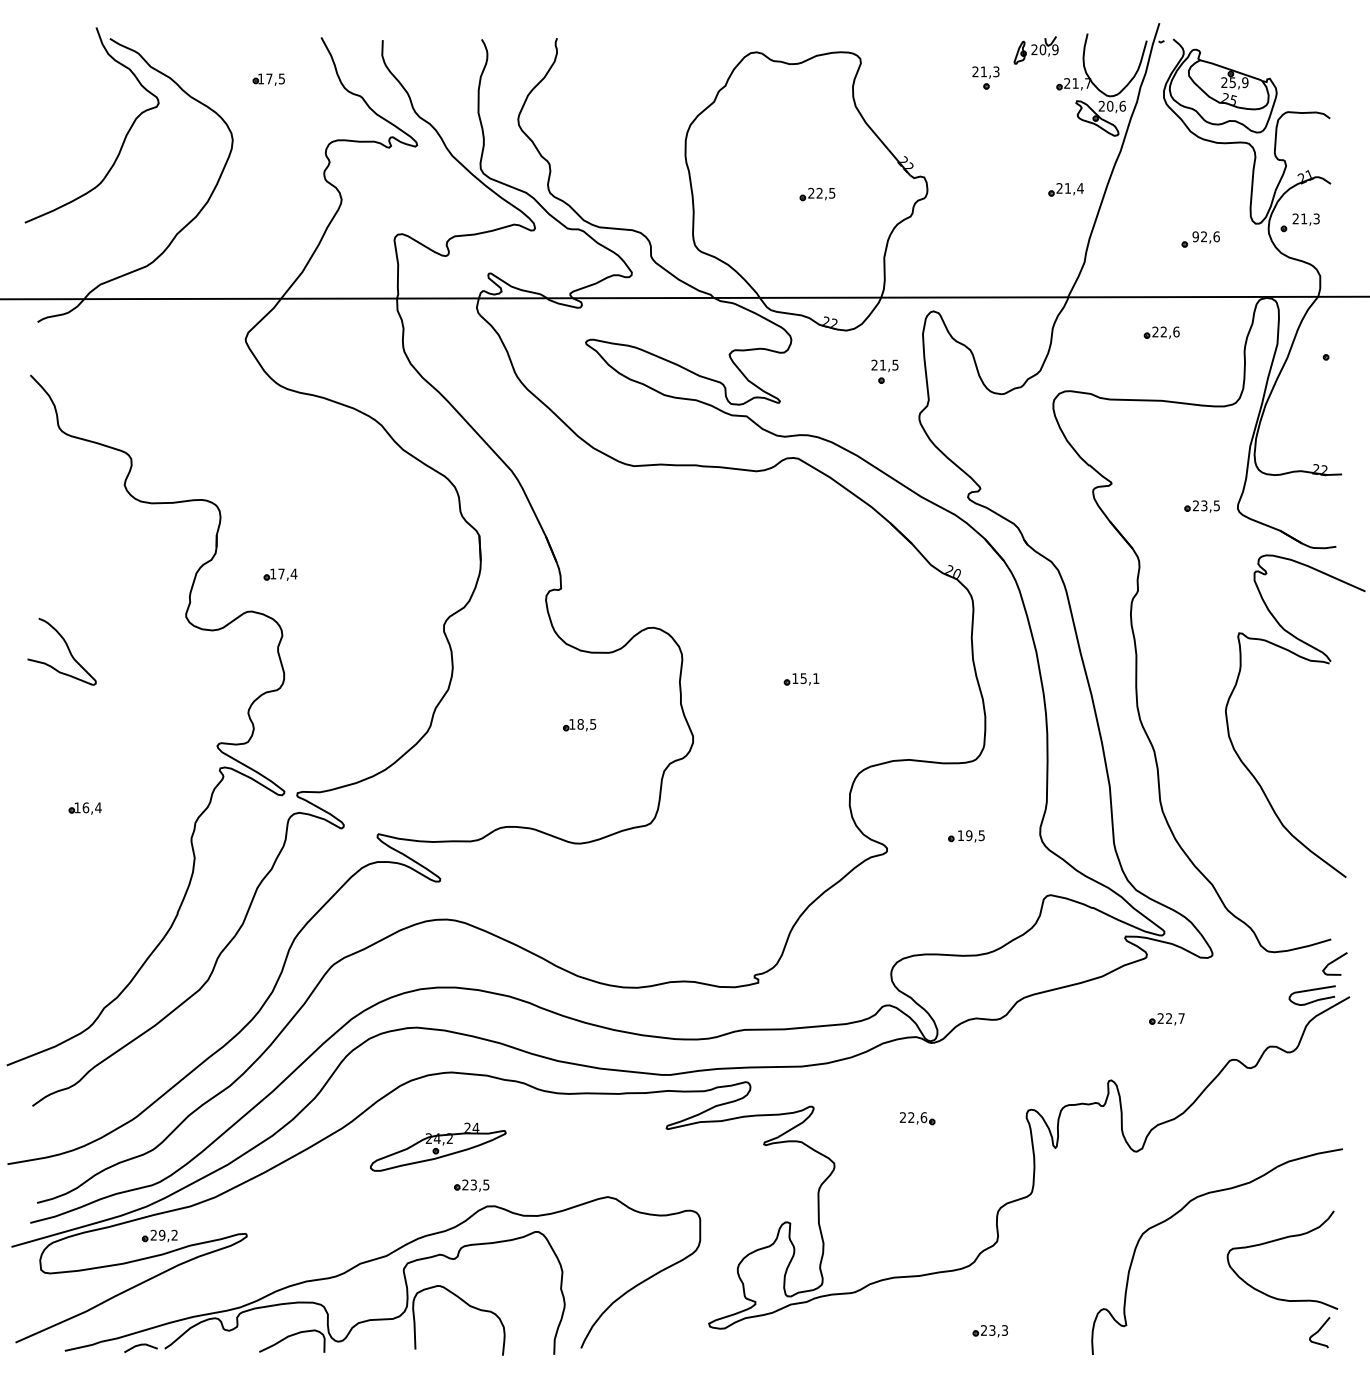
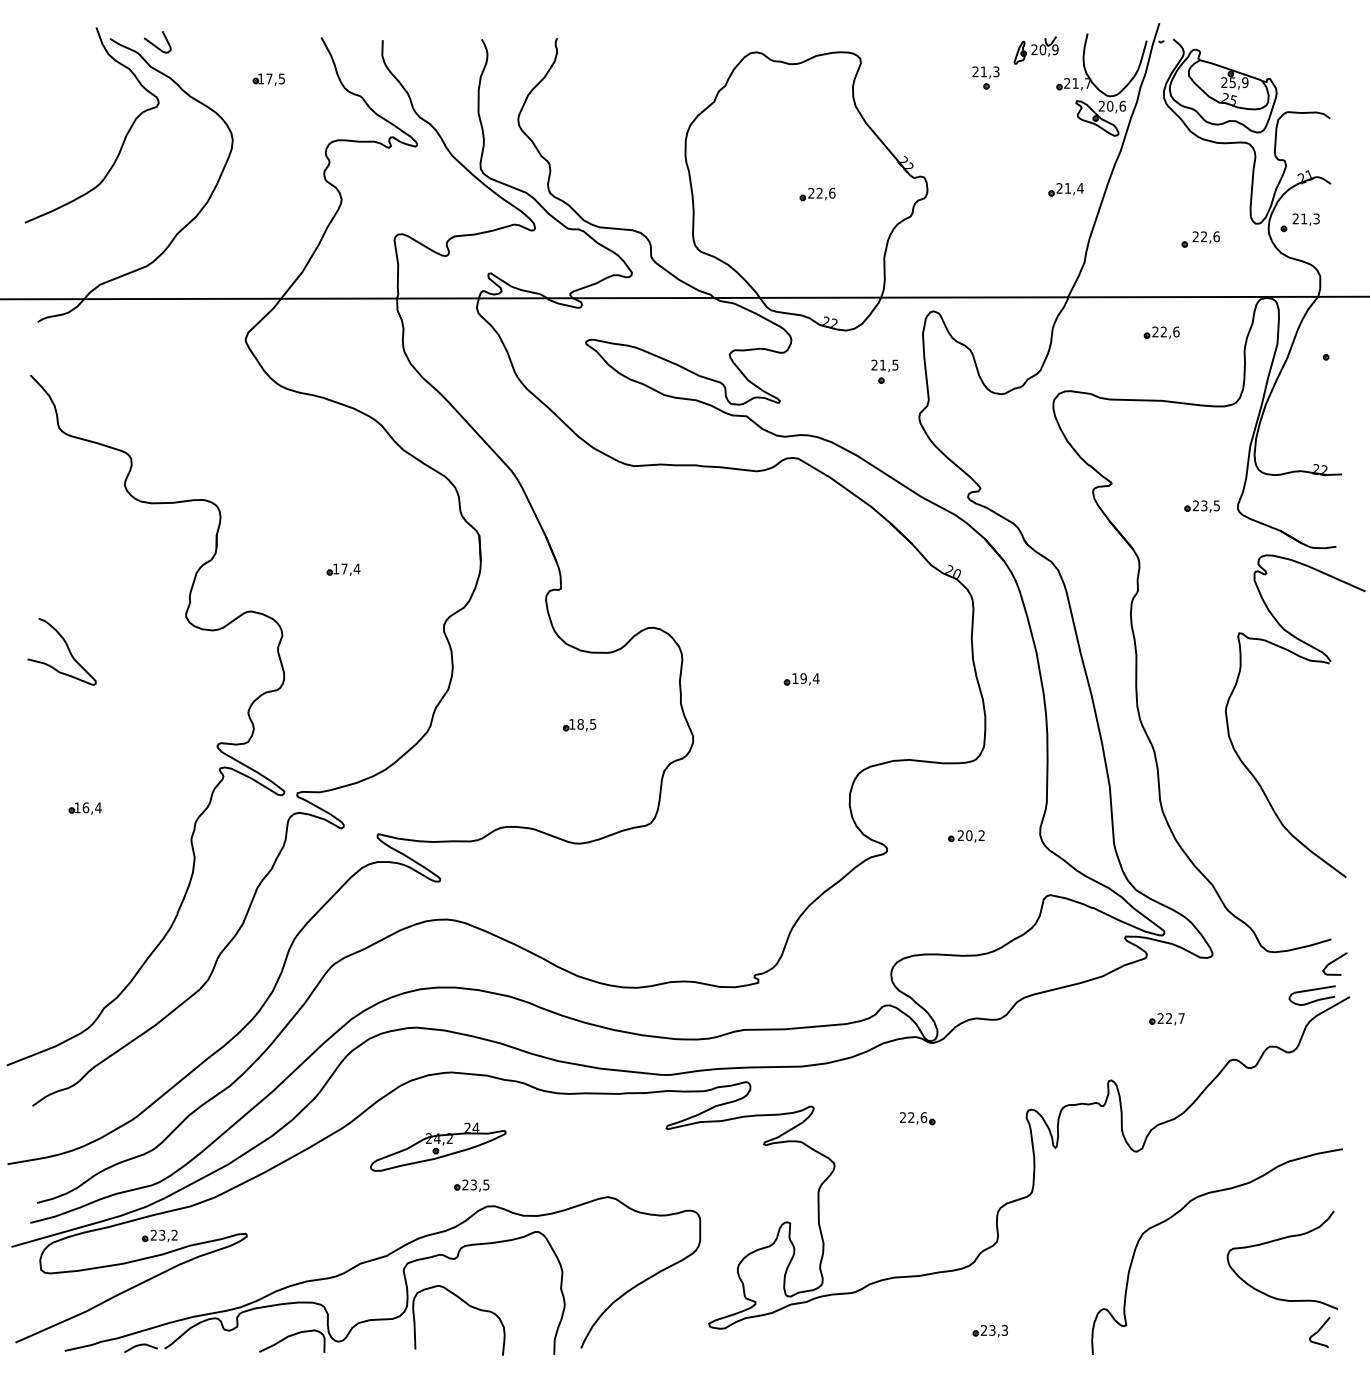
curve at (156, 45): none -> present
text at (832, 192): 22,5 -> 22,6
text at (1195, 236): 92,6 -> 22,6
part at (280, 574) position: (280, 574) -> (343, 569)
text at (809, 678): 15,1 -> 19,4
text at (970, 835): 19,5 -> 20,2
text at (162, 1235): 29,2 -> 23,2
